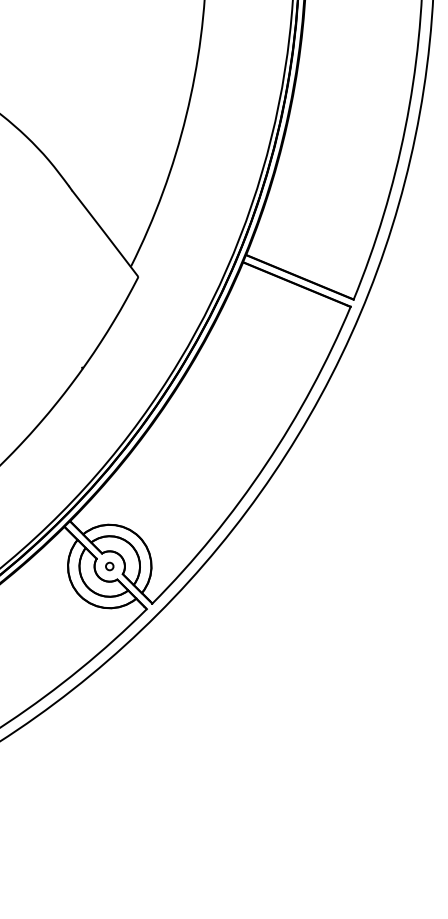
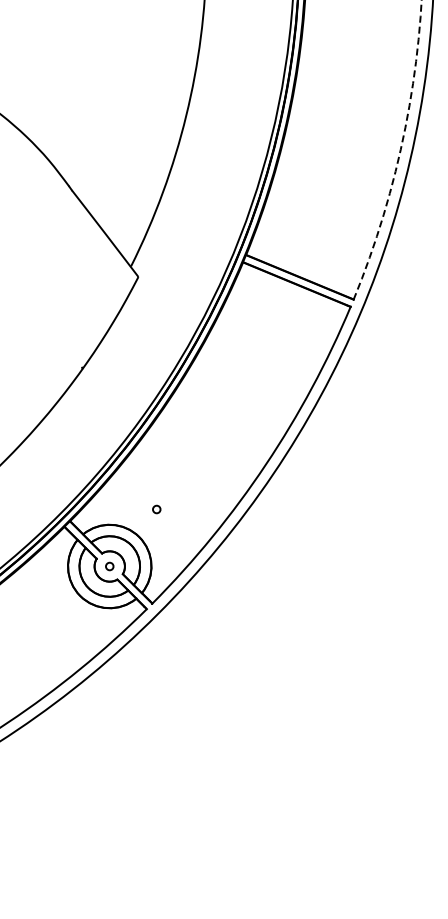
arc at (400, 151): solid -> dashed
circle at (156, 509): none -> present
